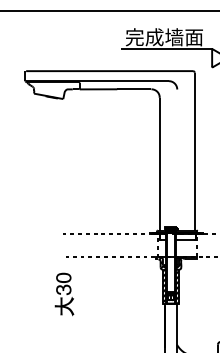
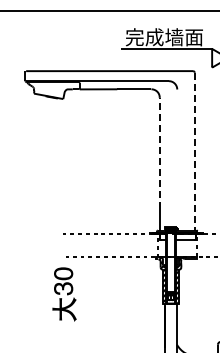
line at (194, 151): solid -> dashed
line at (159, 153): solid -> dashed
part at (64, 294) size: 21x45 px -> 25x55 px
